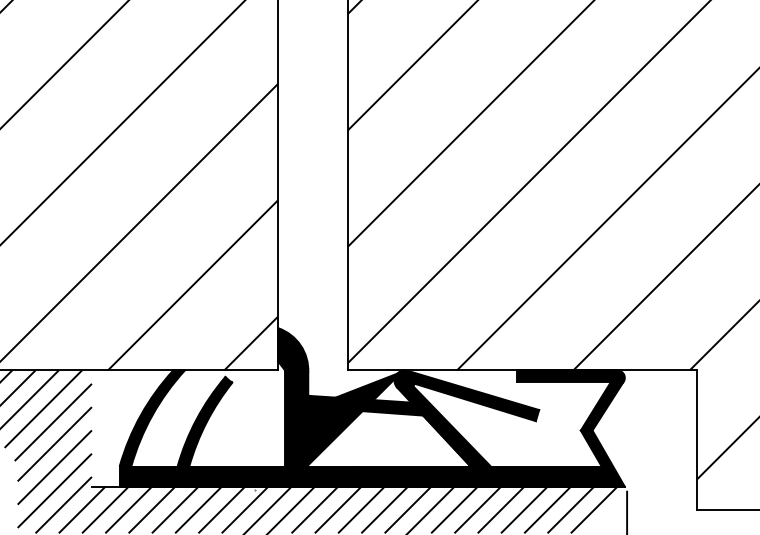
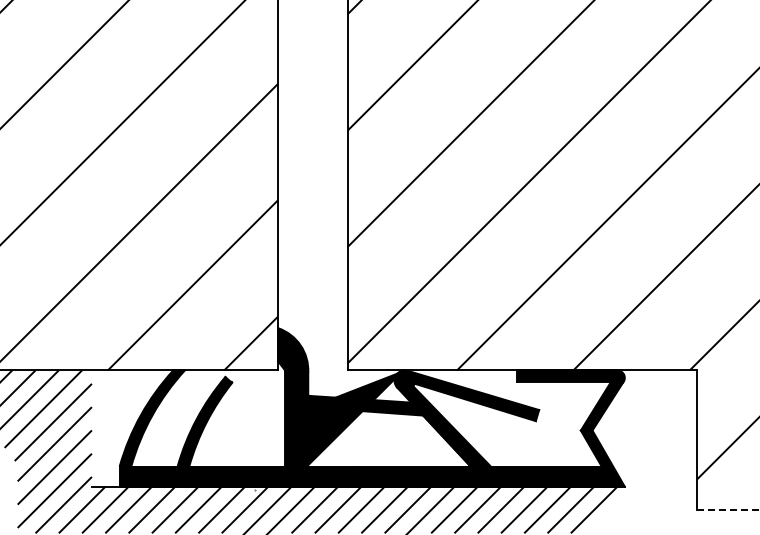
line at (728, 510): solid -> dashed
line at (627, 511): present -> none
